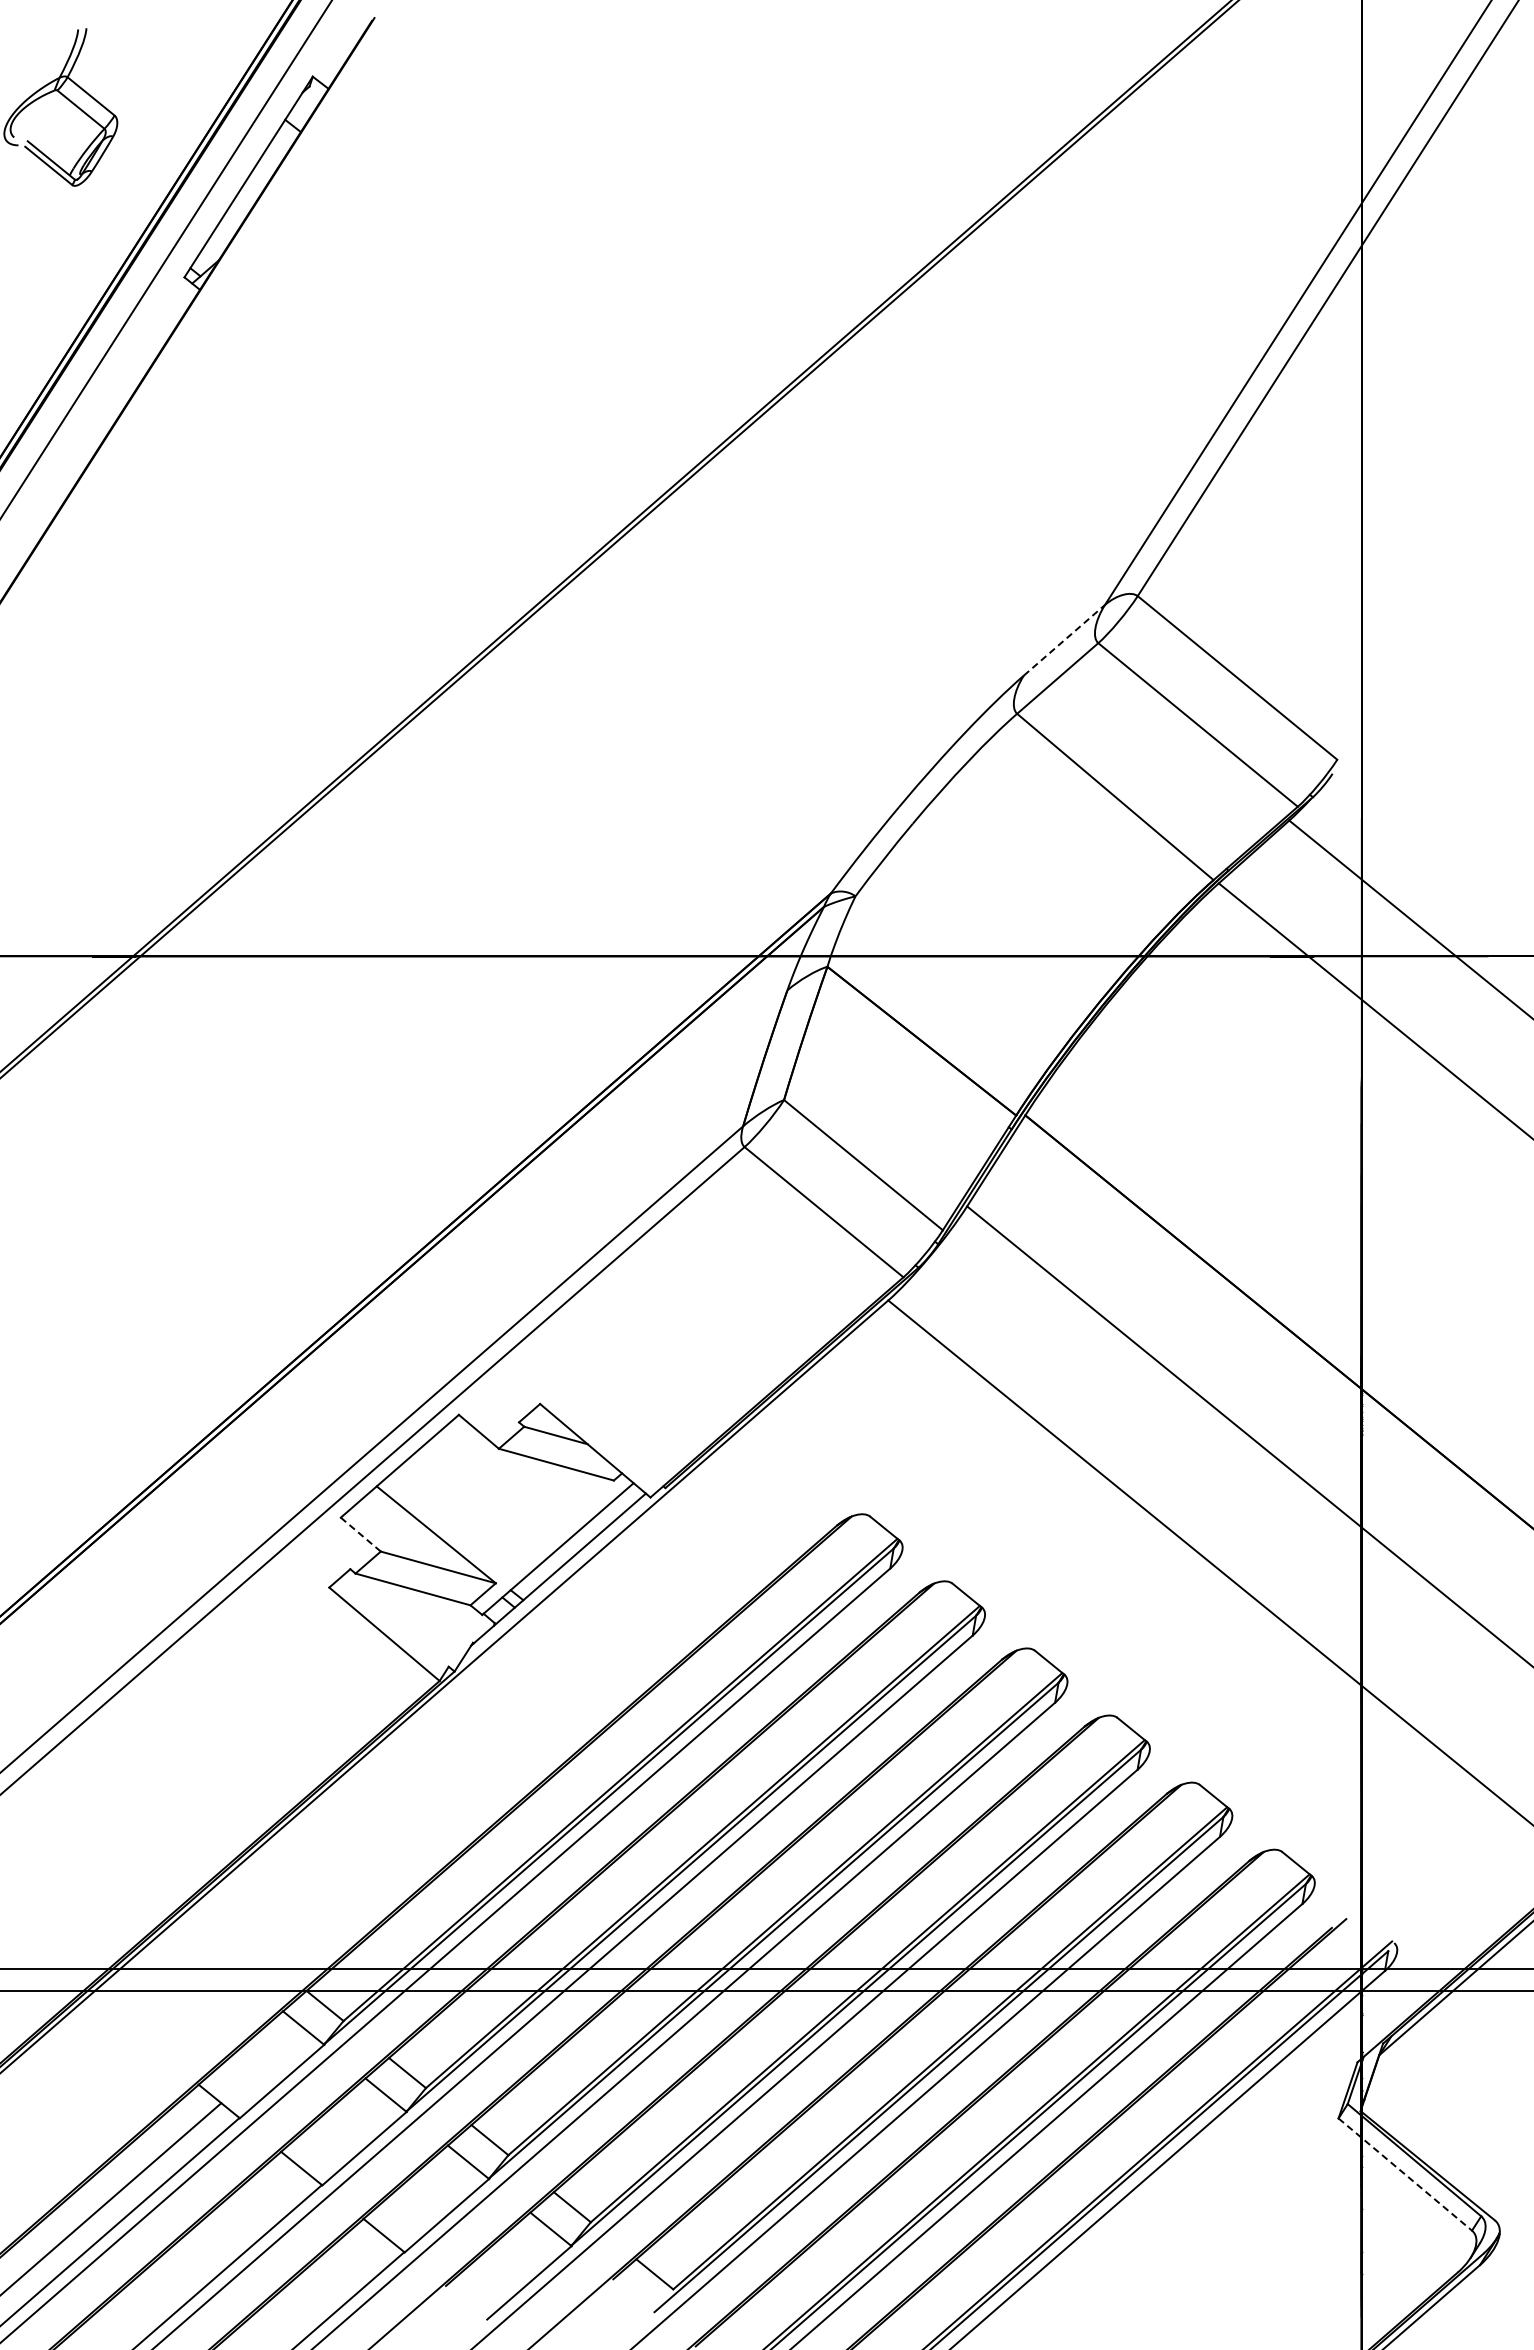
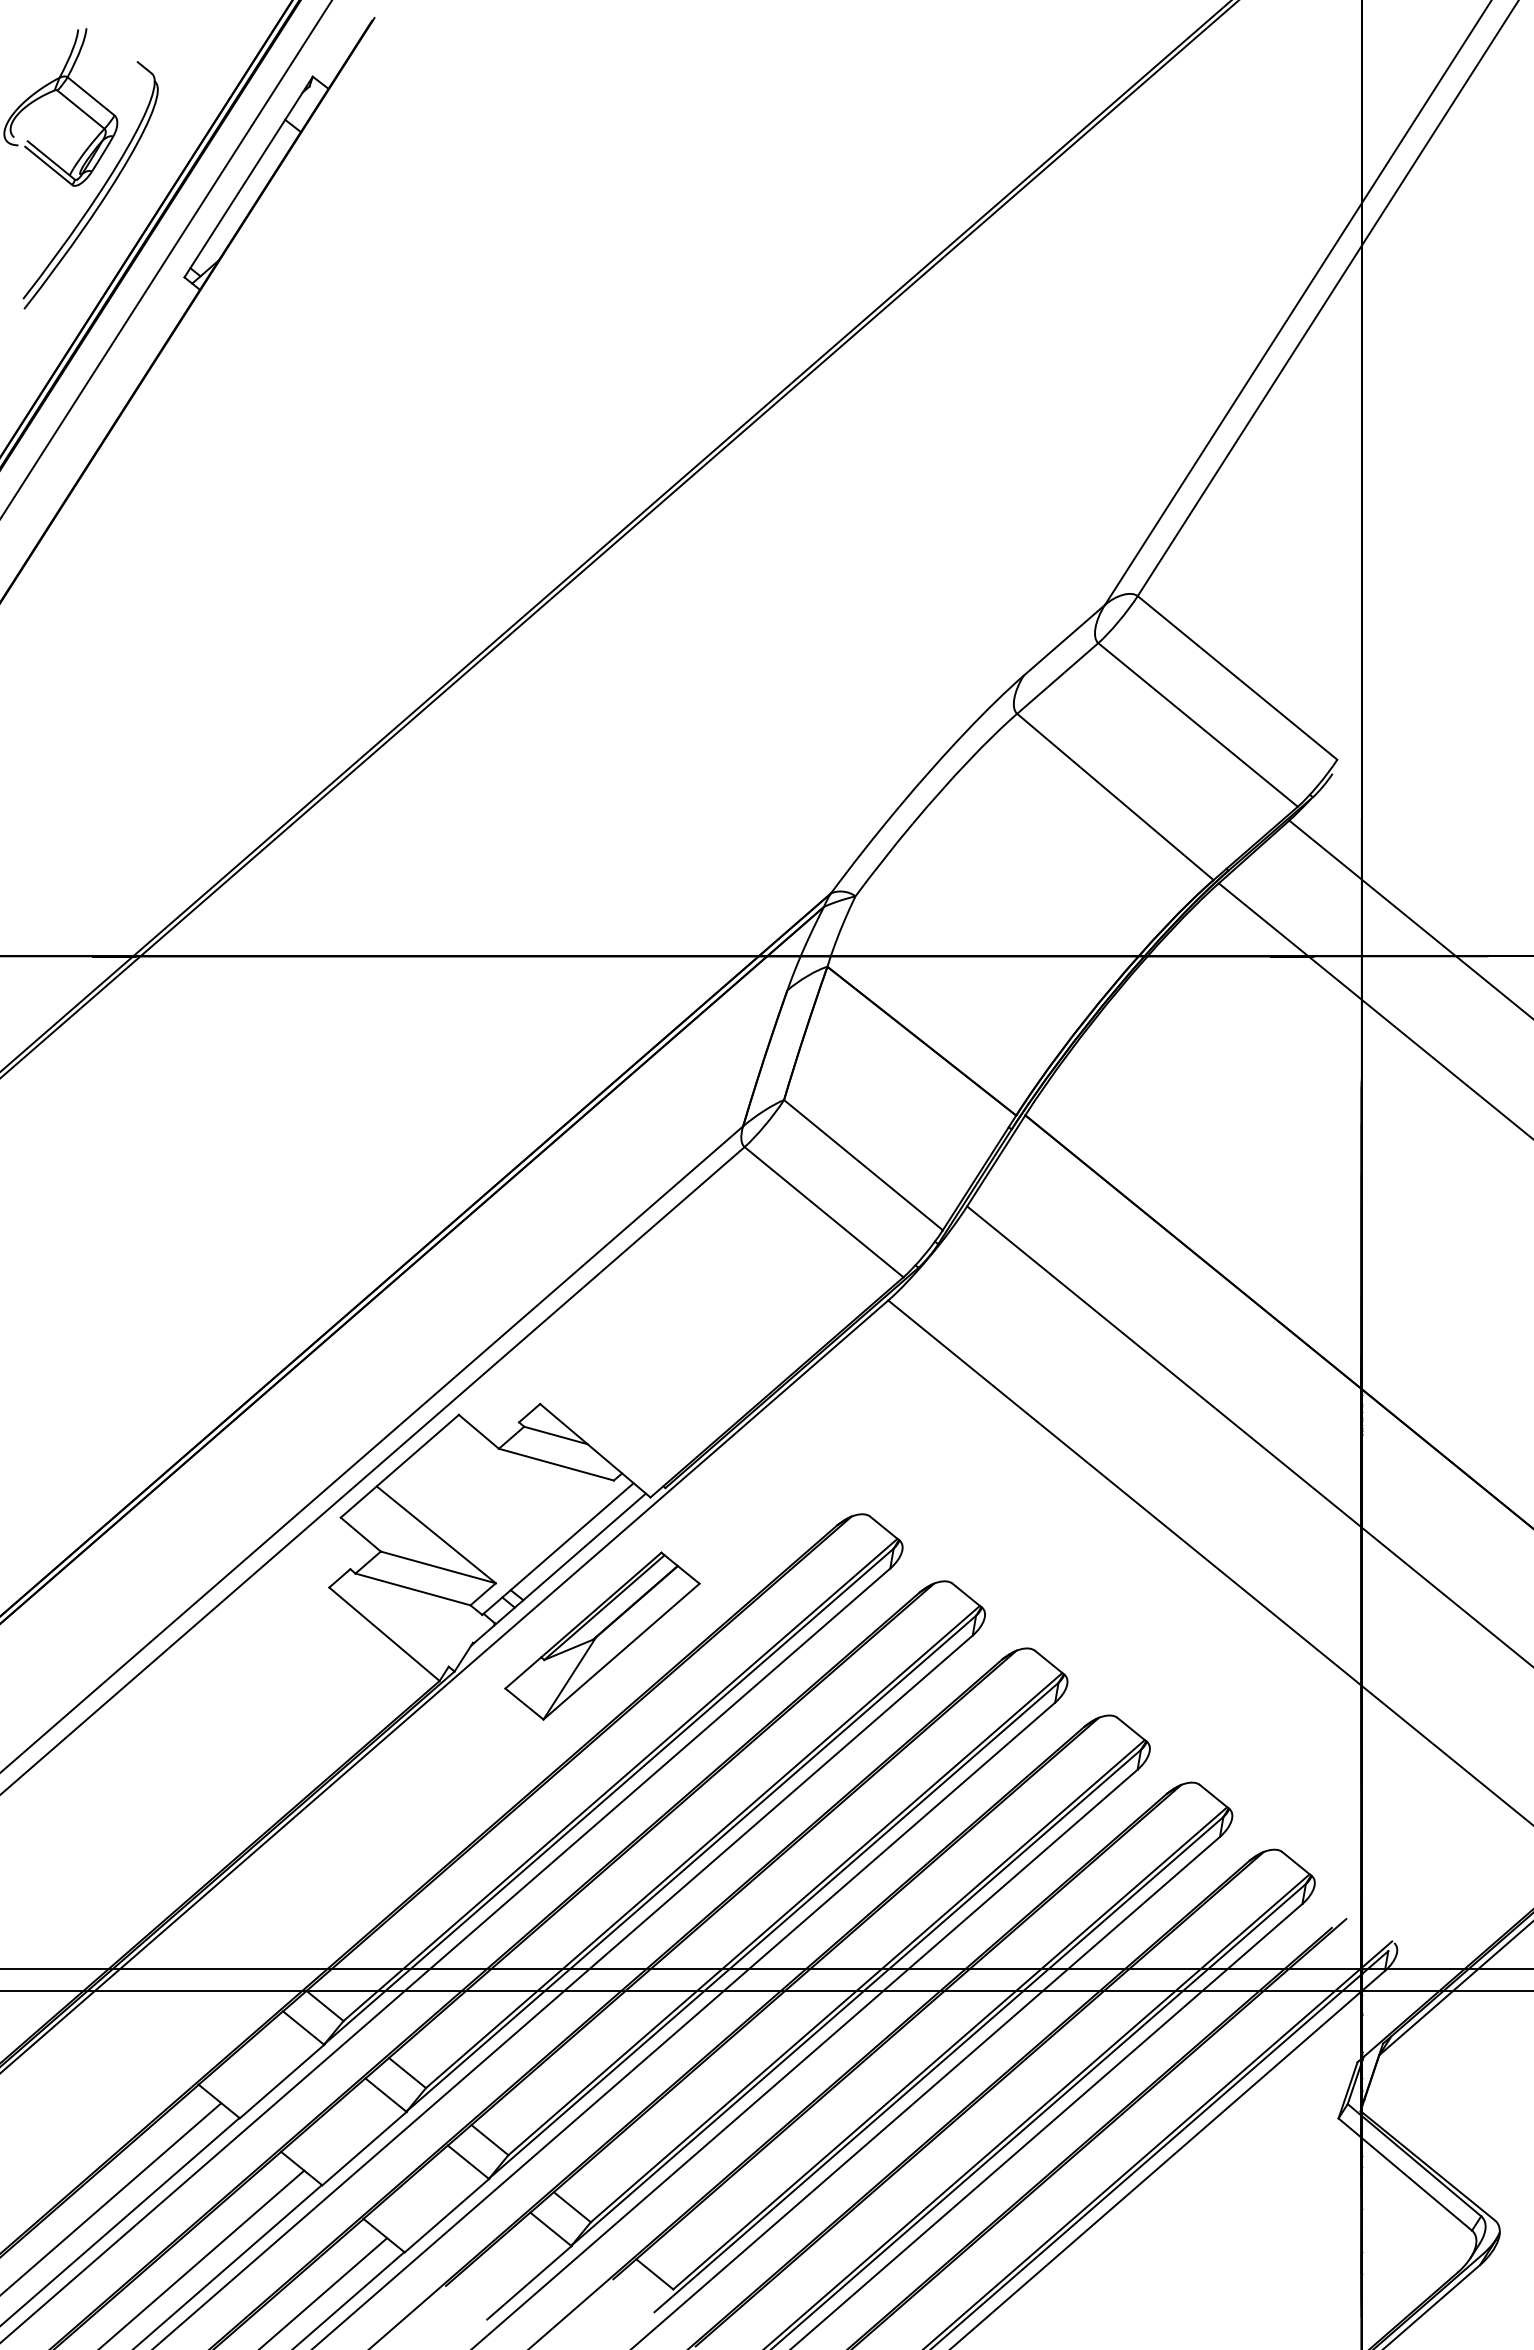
part at (98, 192): none -> present
line at (1064, 640): dashed -> solid
line at (360, 1534): dashed -> solid
part at (602, 1635): none -> present
line at (1405, 2174): dashed -> solid
line at (203, 2258): none -> present
line at (324, 2292): none -> present
